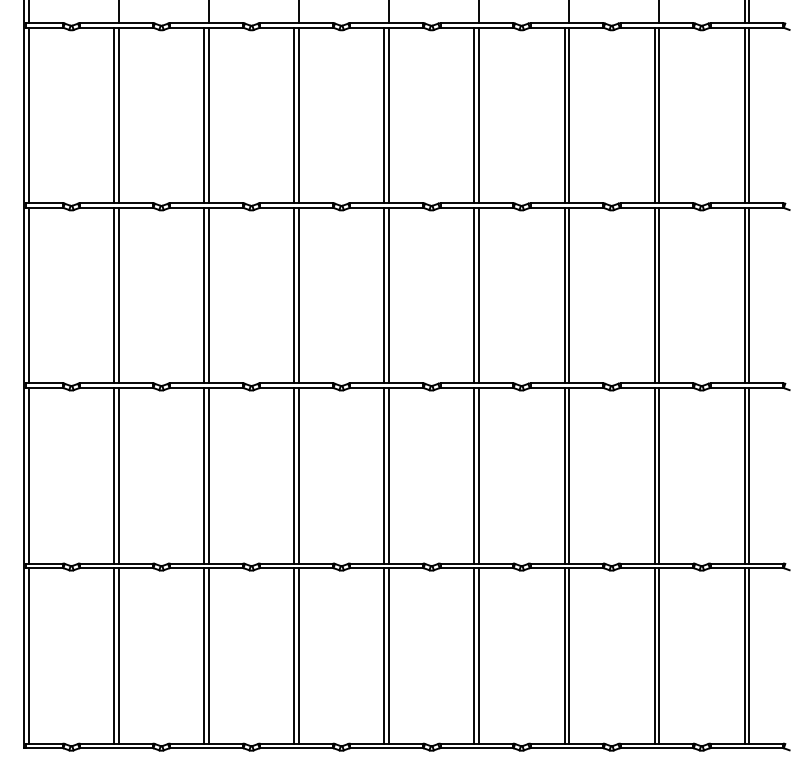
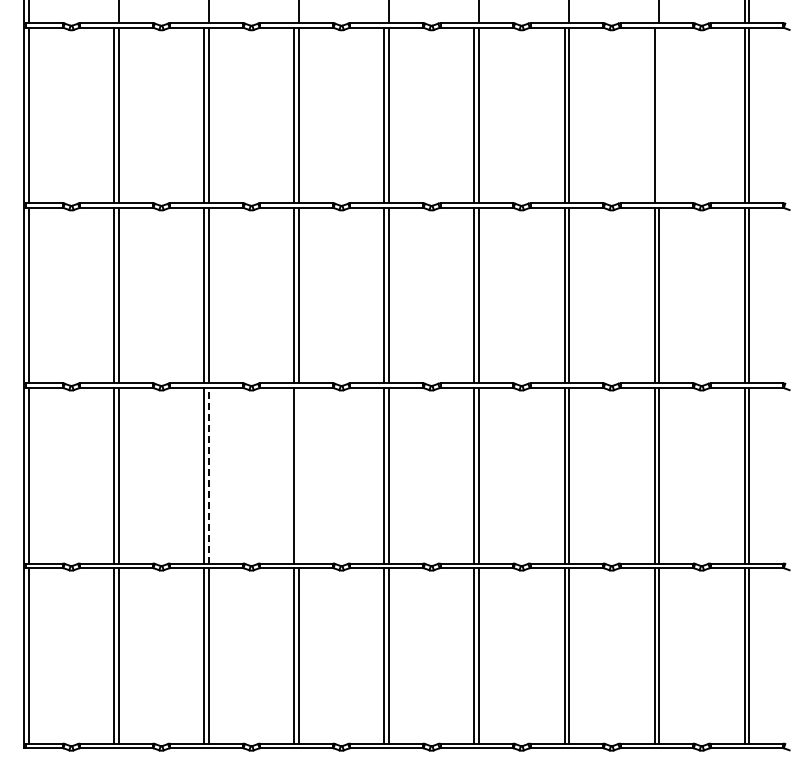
line at (659, 115): present -> none
line at (208, 475): solid -> dashed
line at (298, 475): present -> none
